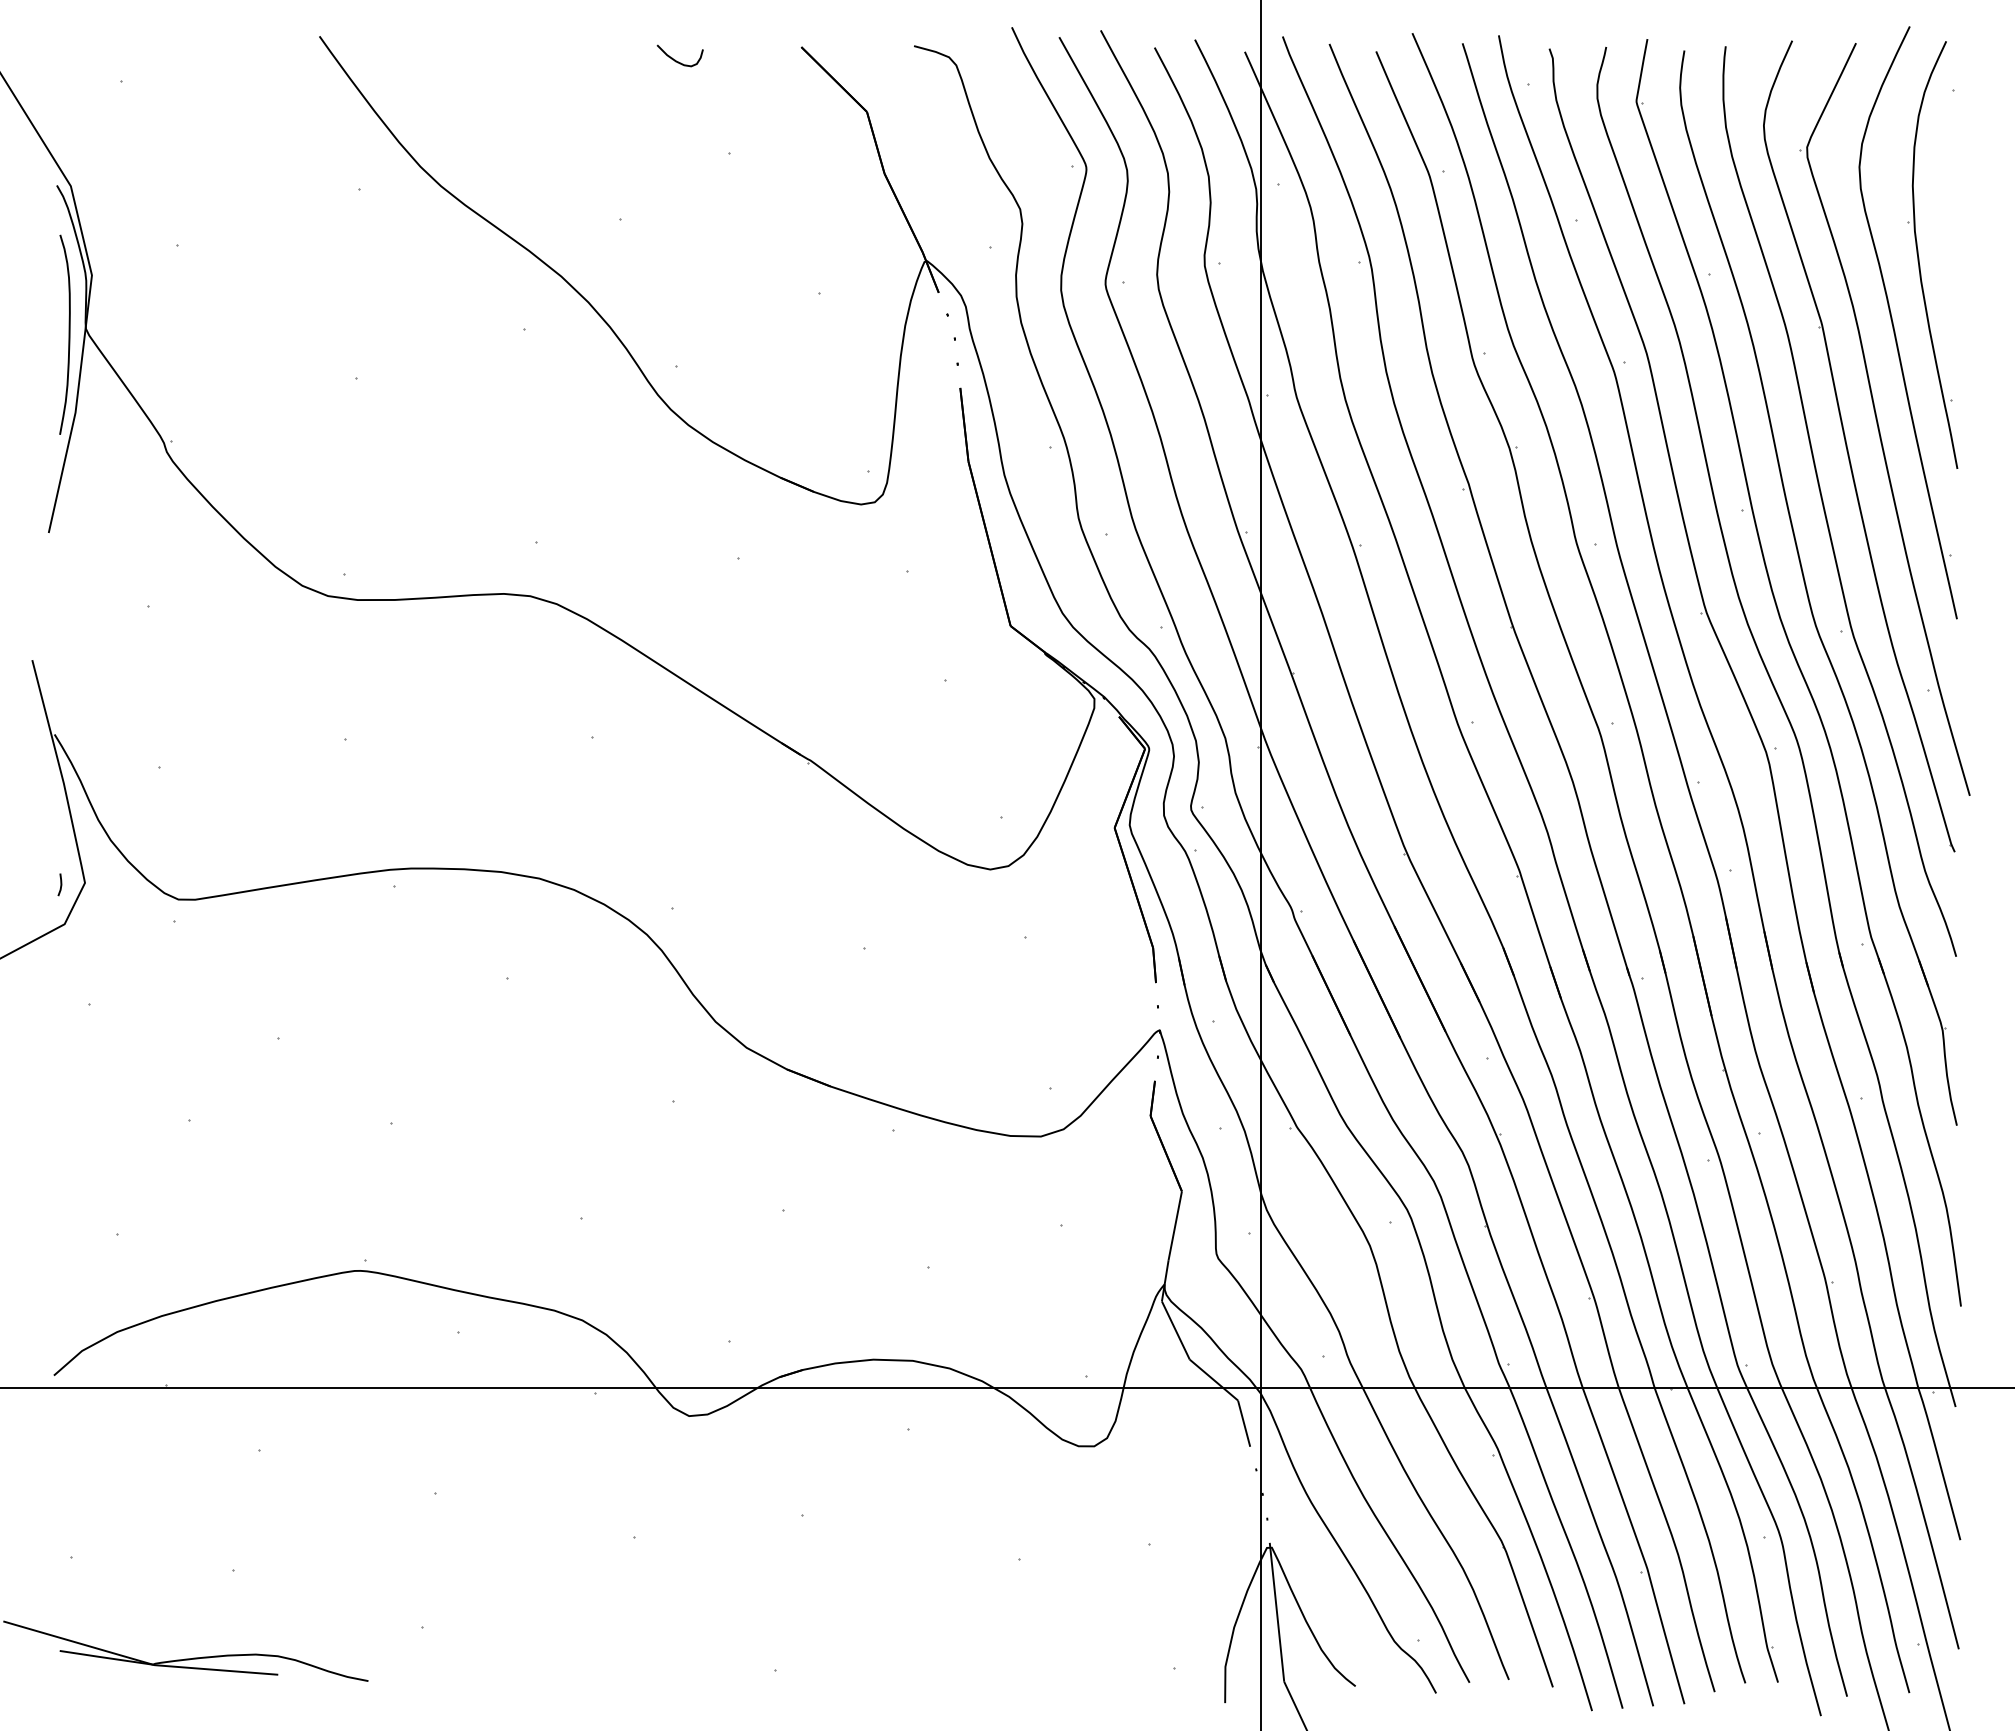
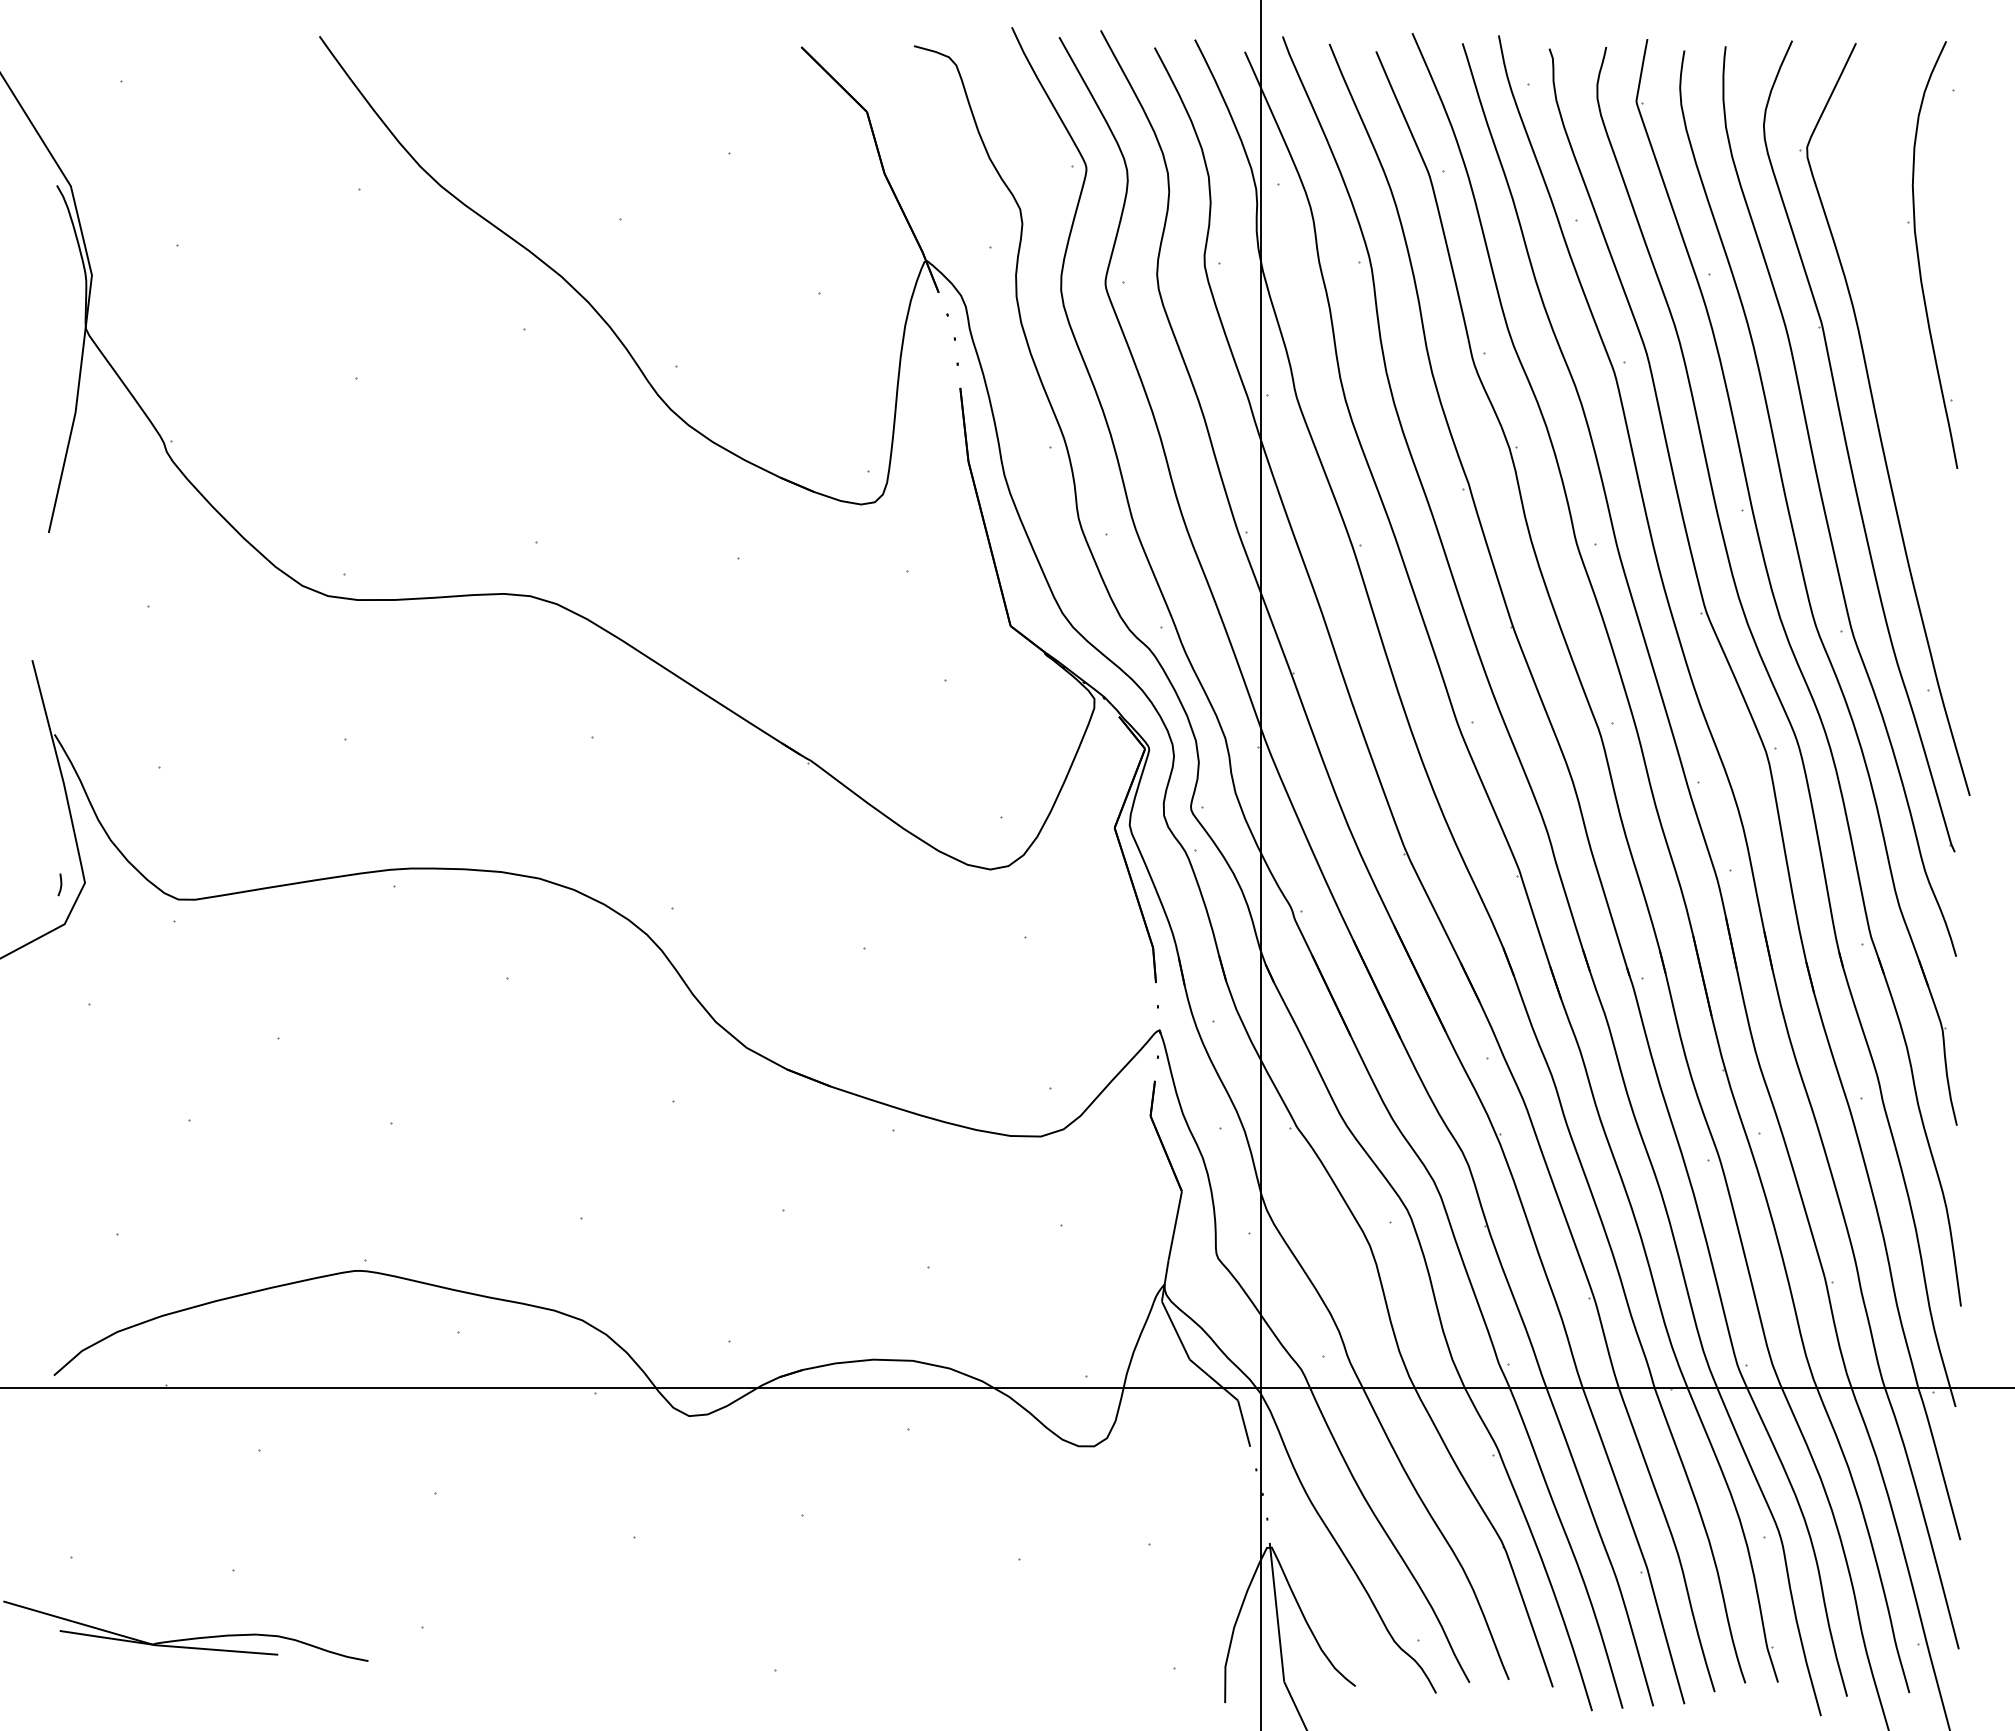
curve at (675, 59): present -> none
part at (1894, 326): present -> none
curve at (68, 334): present -> none
part at (185, 1658) position: (185, 1658) -> (185, 1638)
